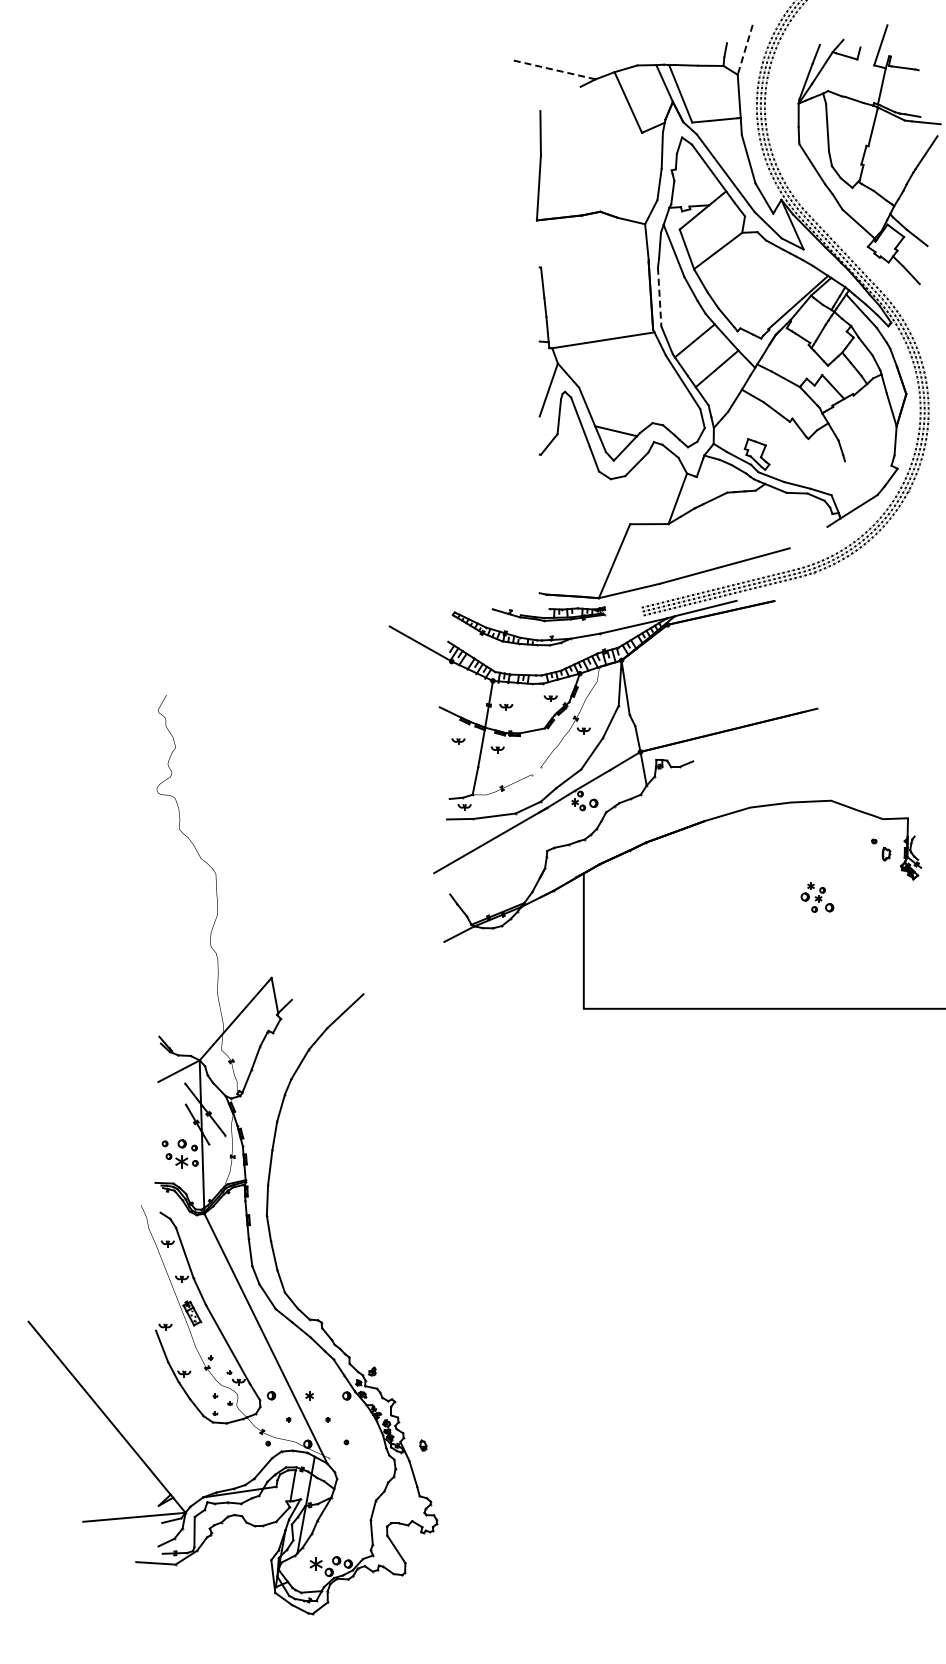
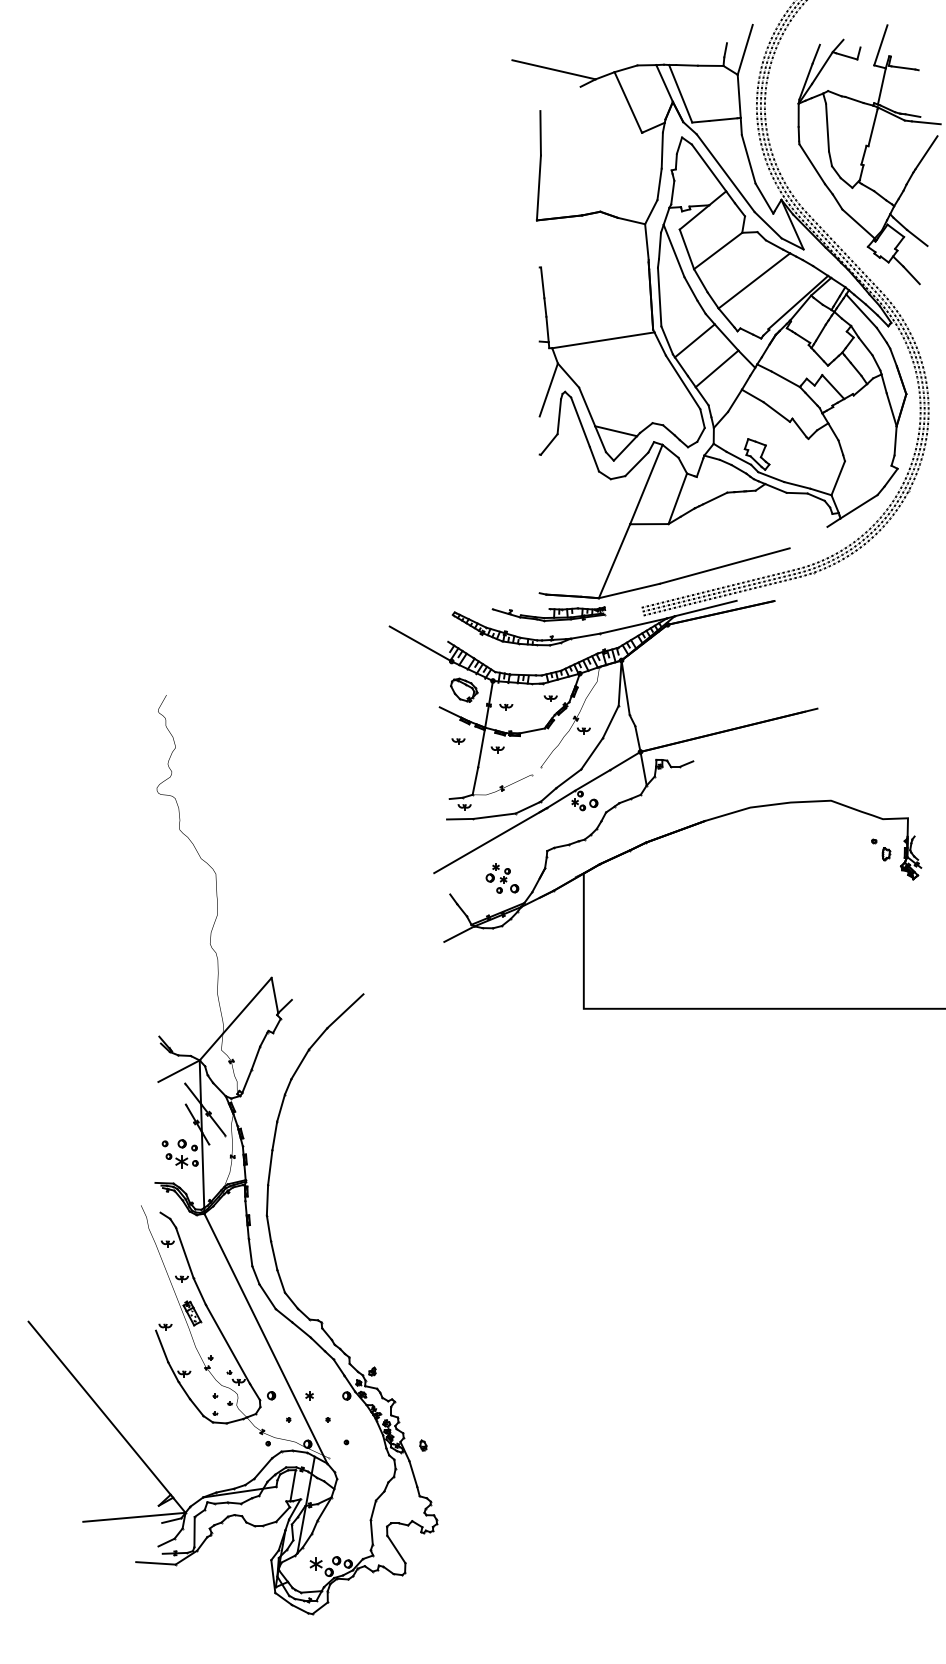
line at (745, 50): dashed -> solid
line at (554, 69): dashed -> solid
line at (754, 280): none -> present
line at (659, 297): dashed -> solid
line at (837, 478): none -> present
line at (646, 484): none -> present
part at (464, 689): none -> present
part at (817, 897) position: (817, 897) -> (502, 878)
